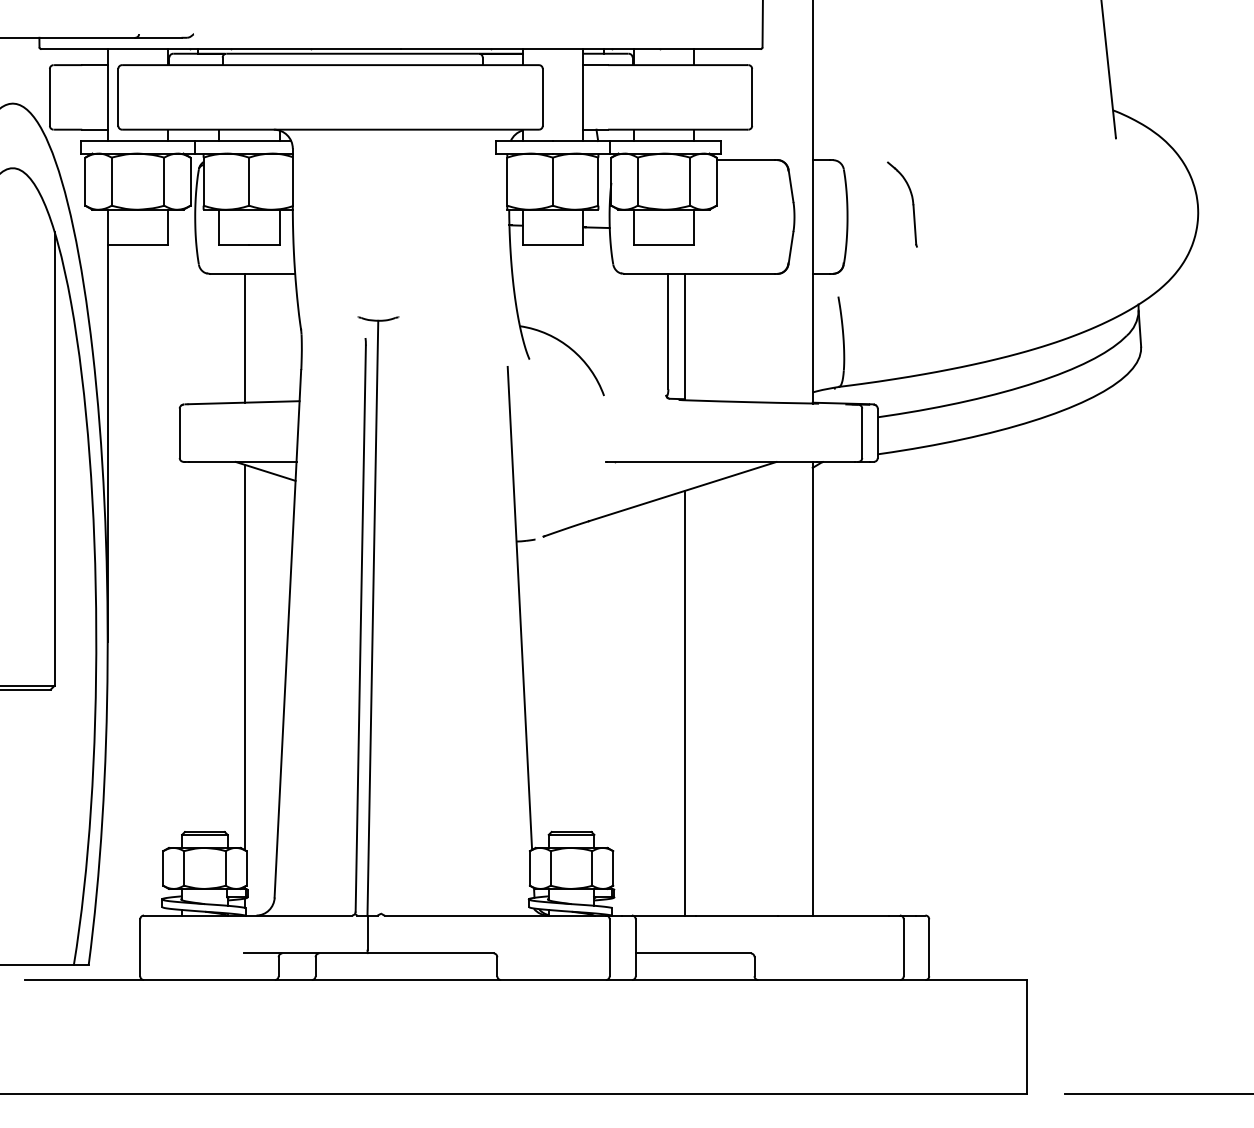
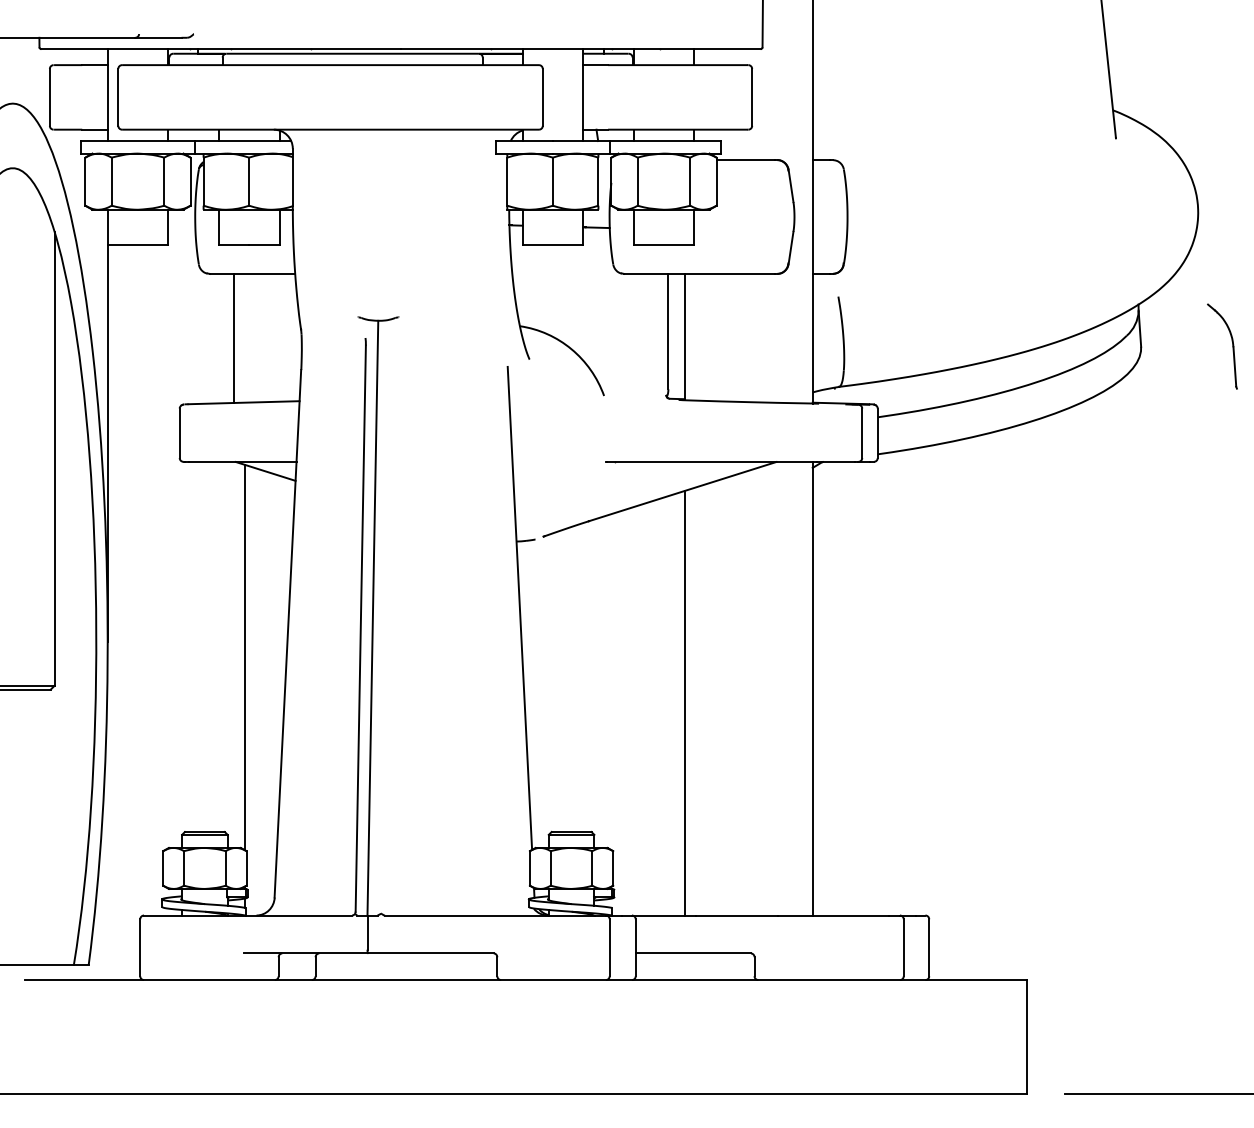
part at (912, 204) position: (912, 204) -> (1232, 346)
line at (244, 337) position: (244, 337) -> (233, 337)
